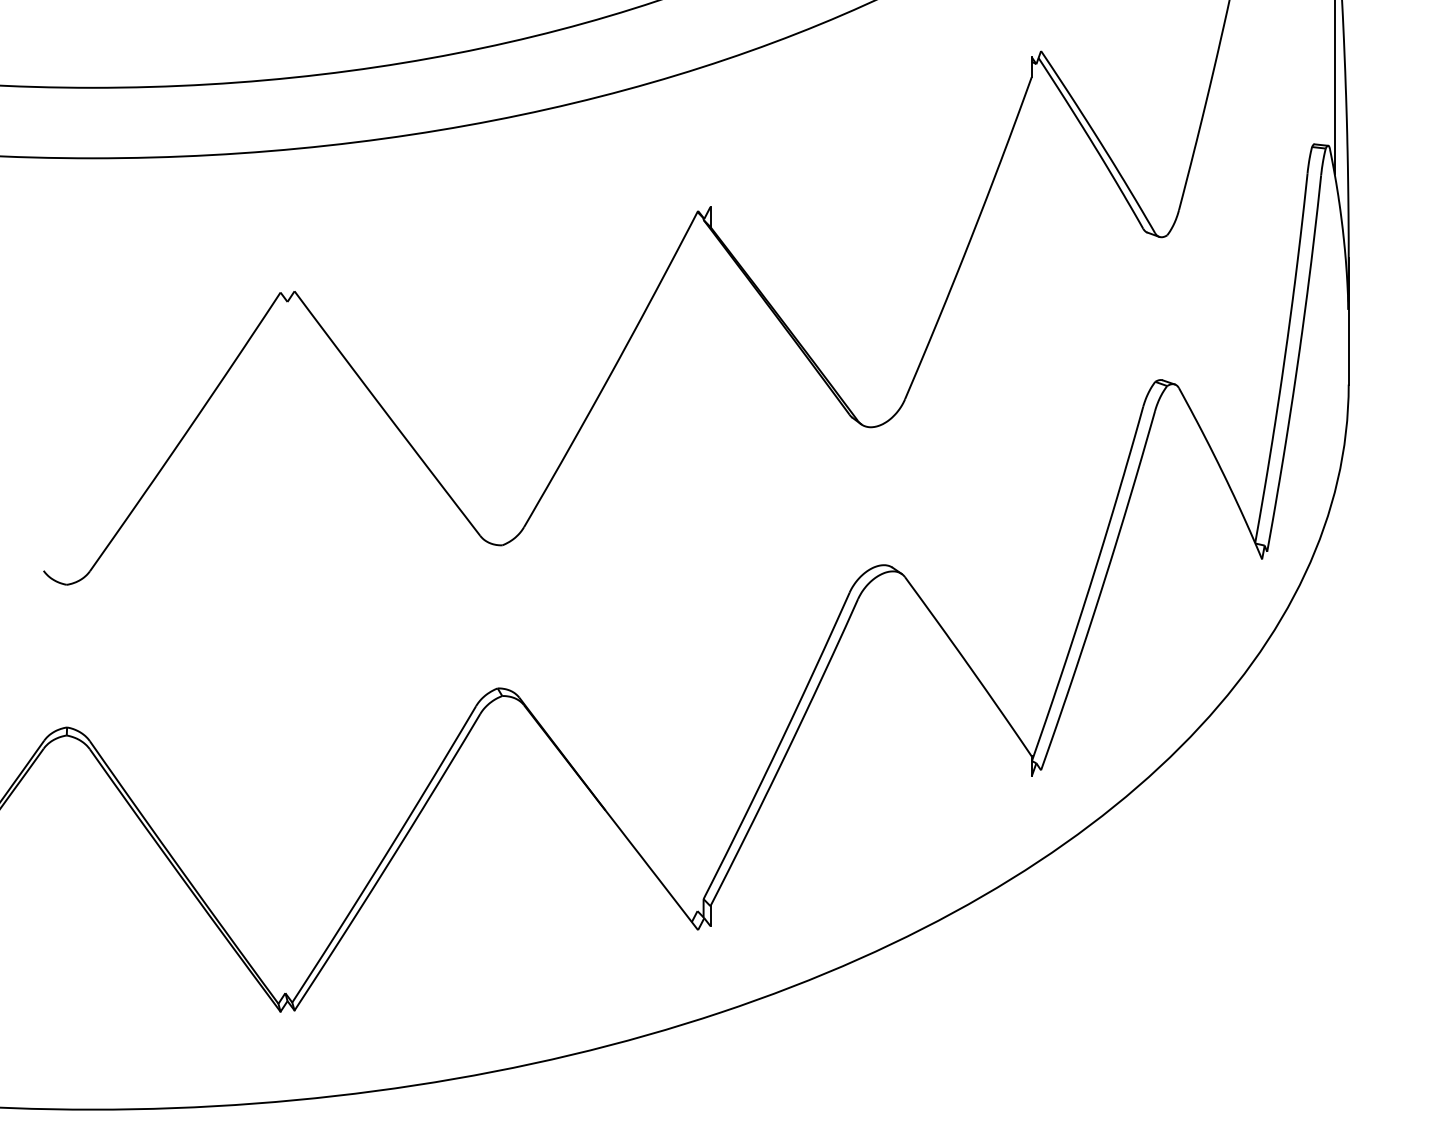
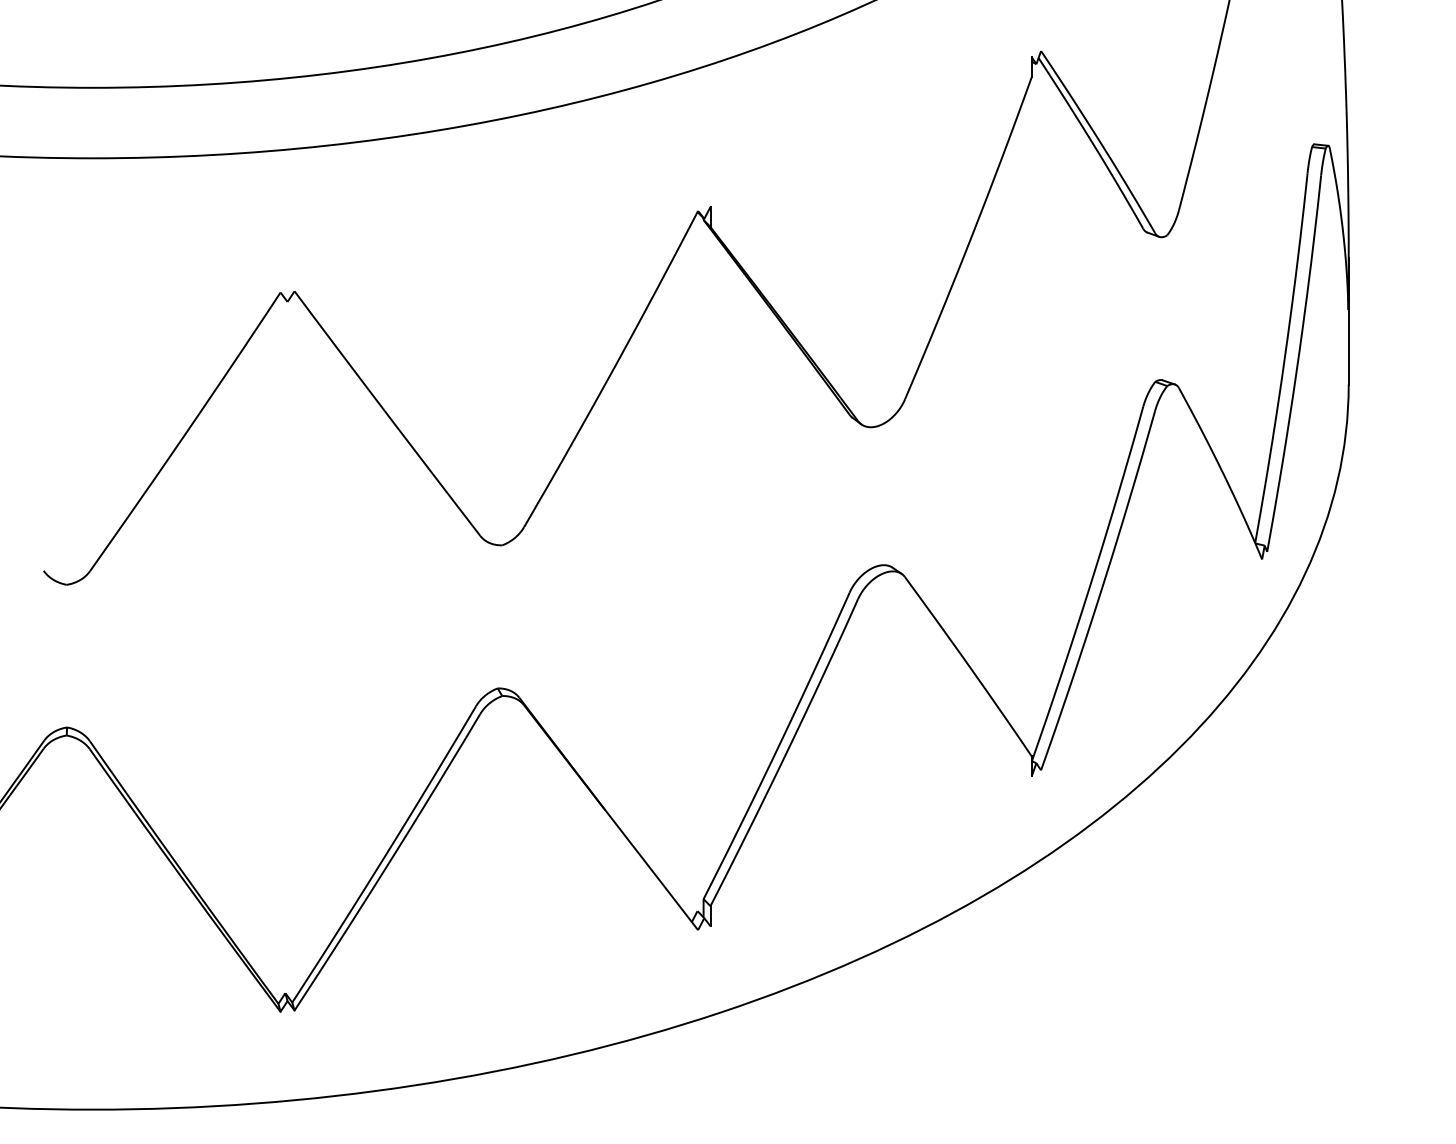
line at (1334, 88): present -> none
